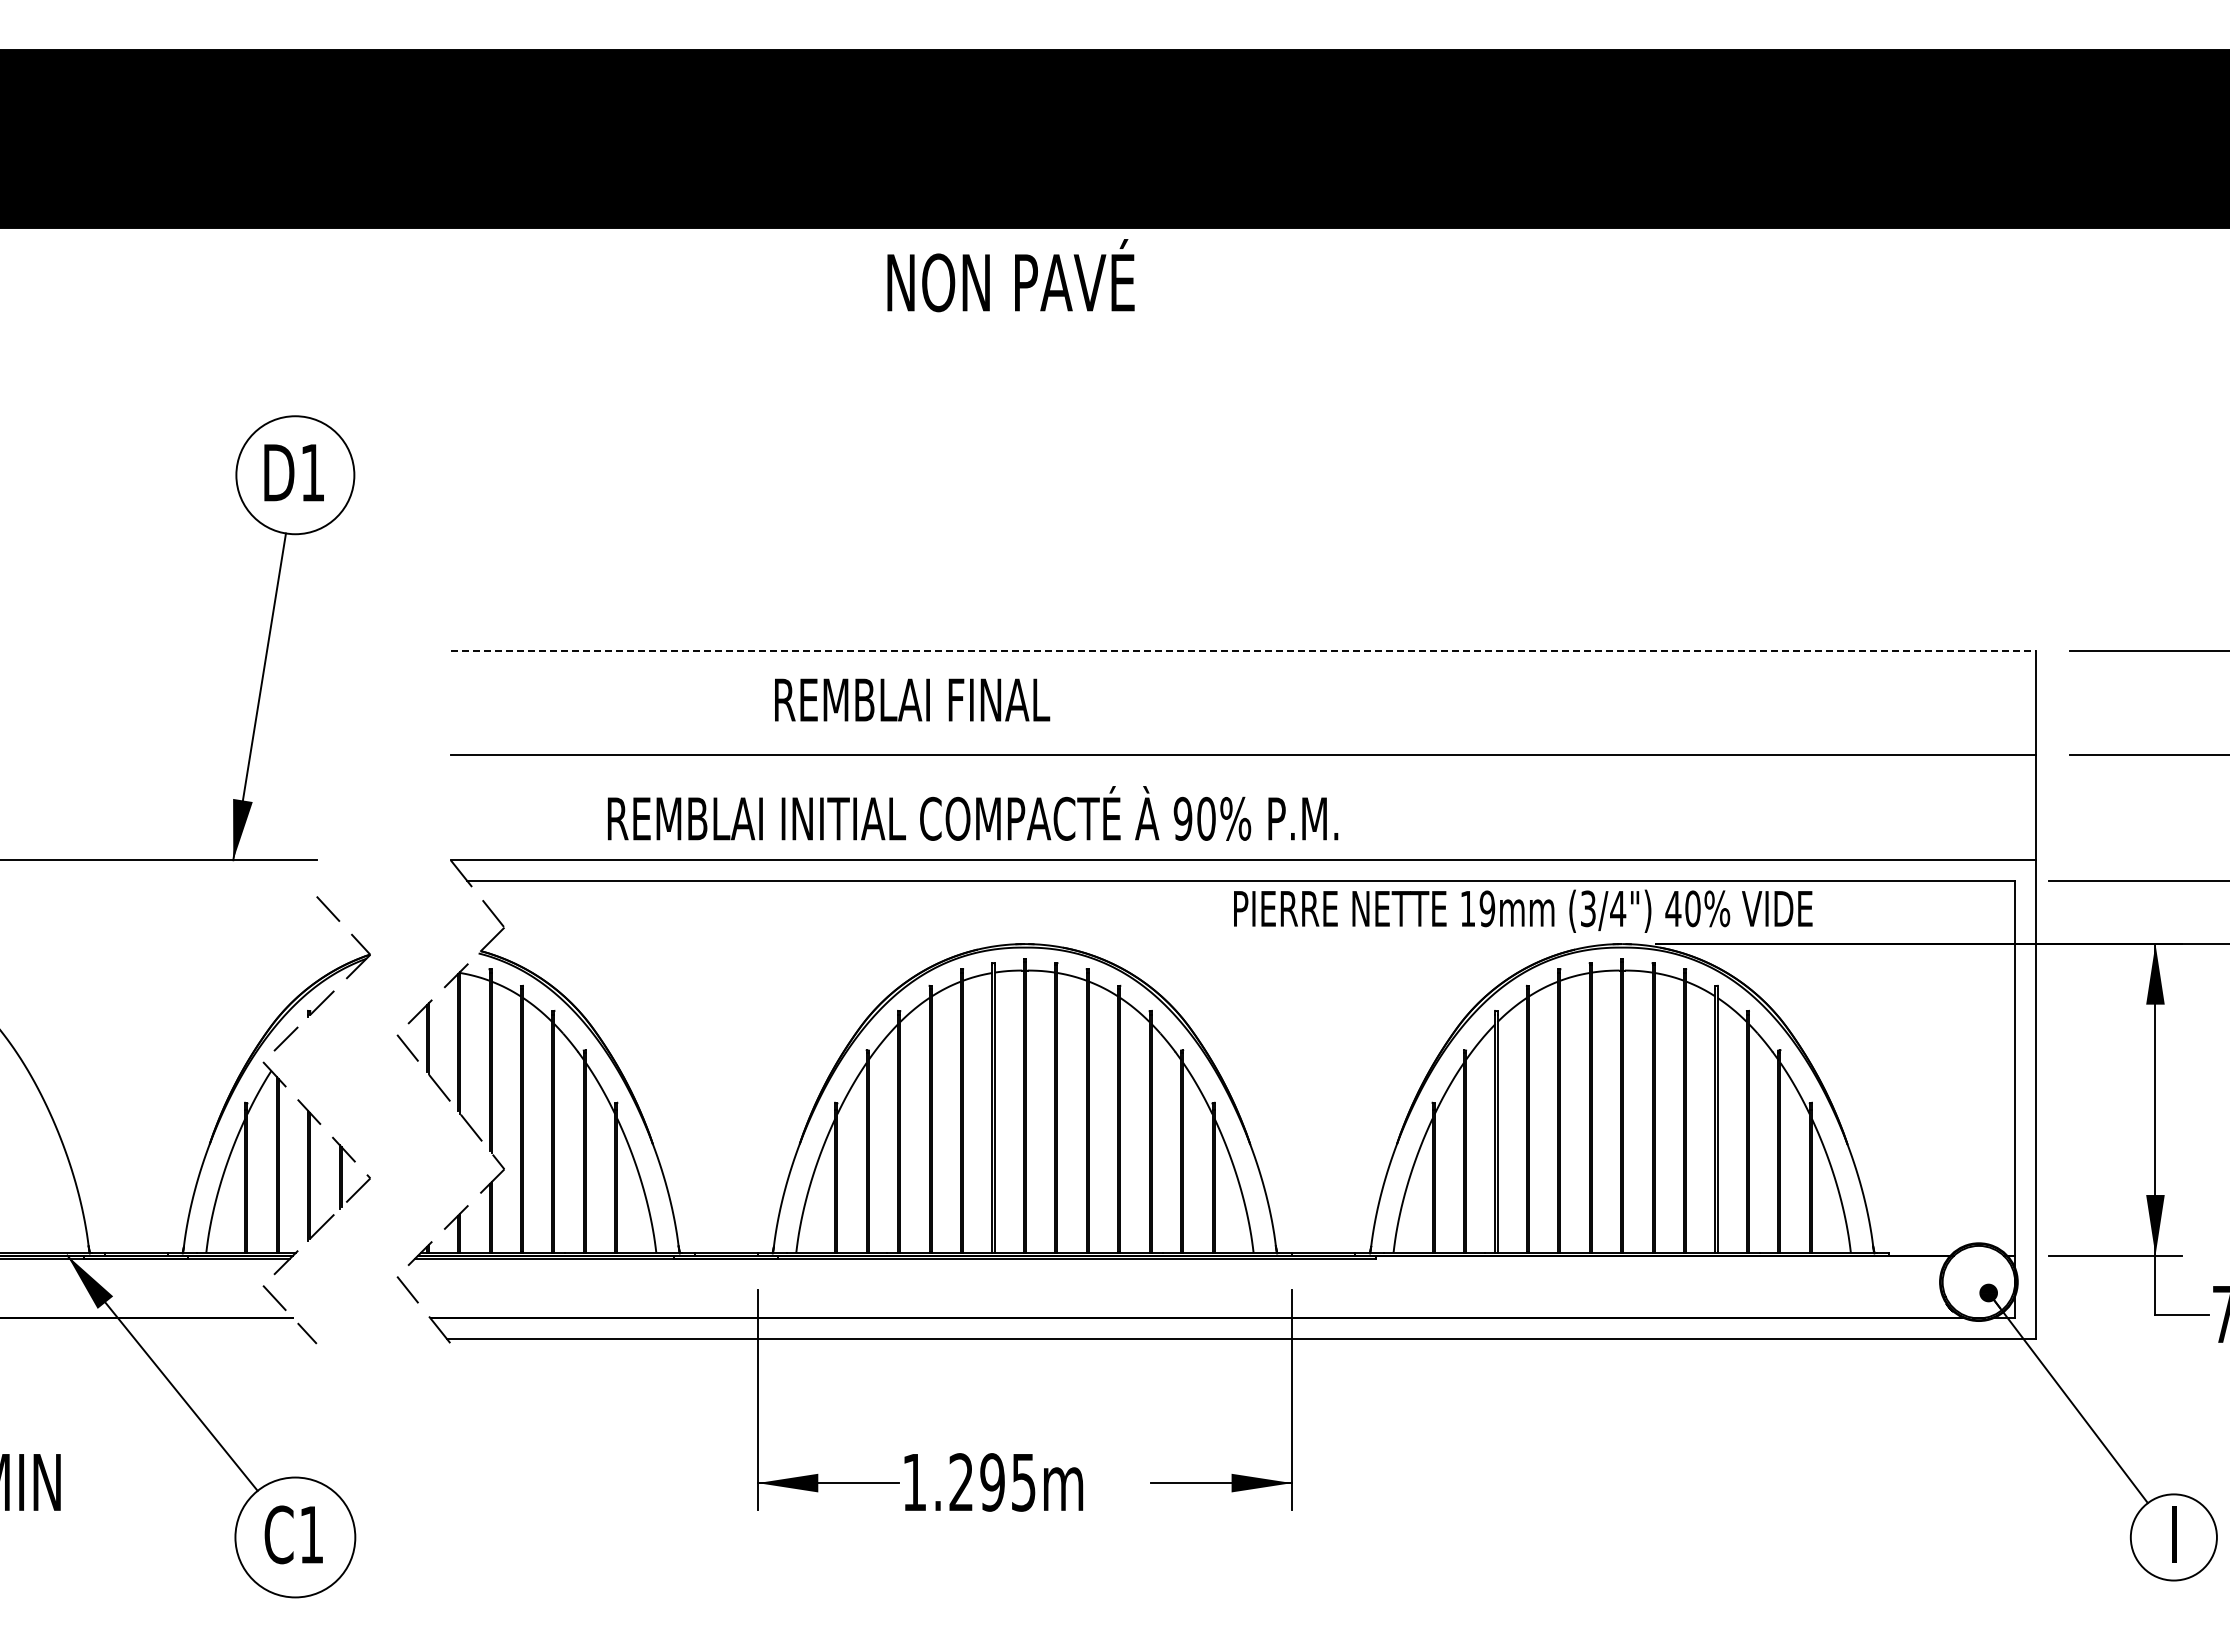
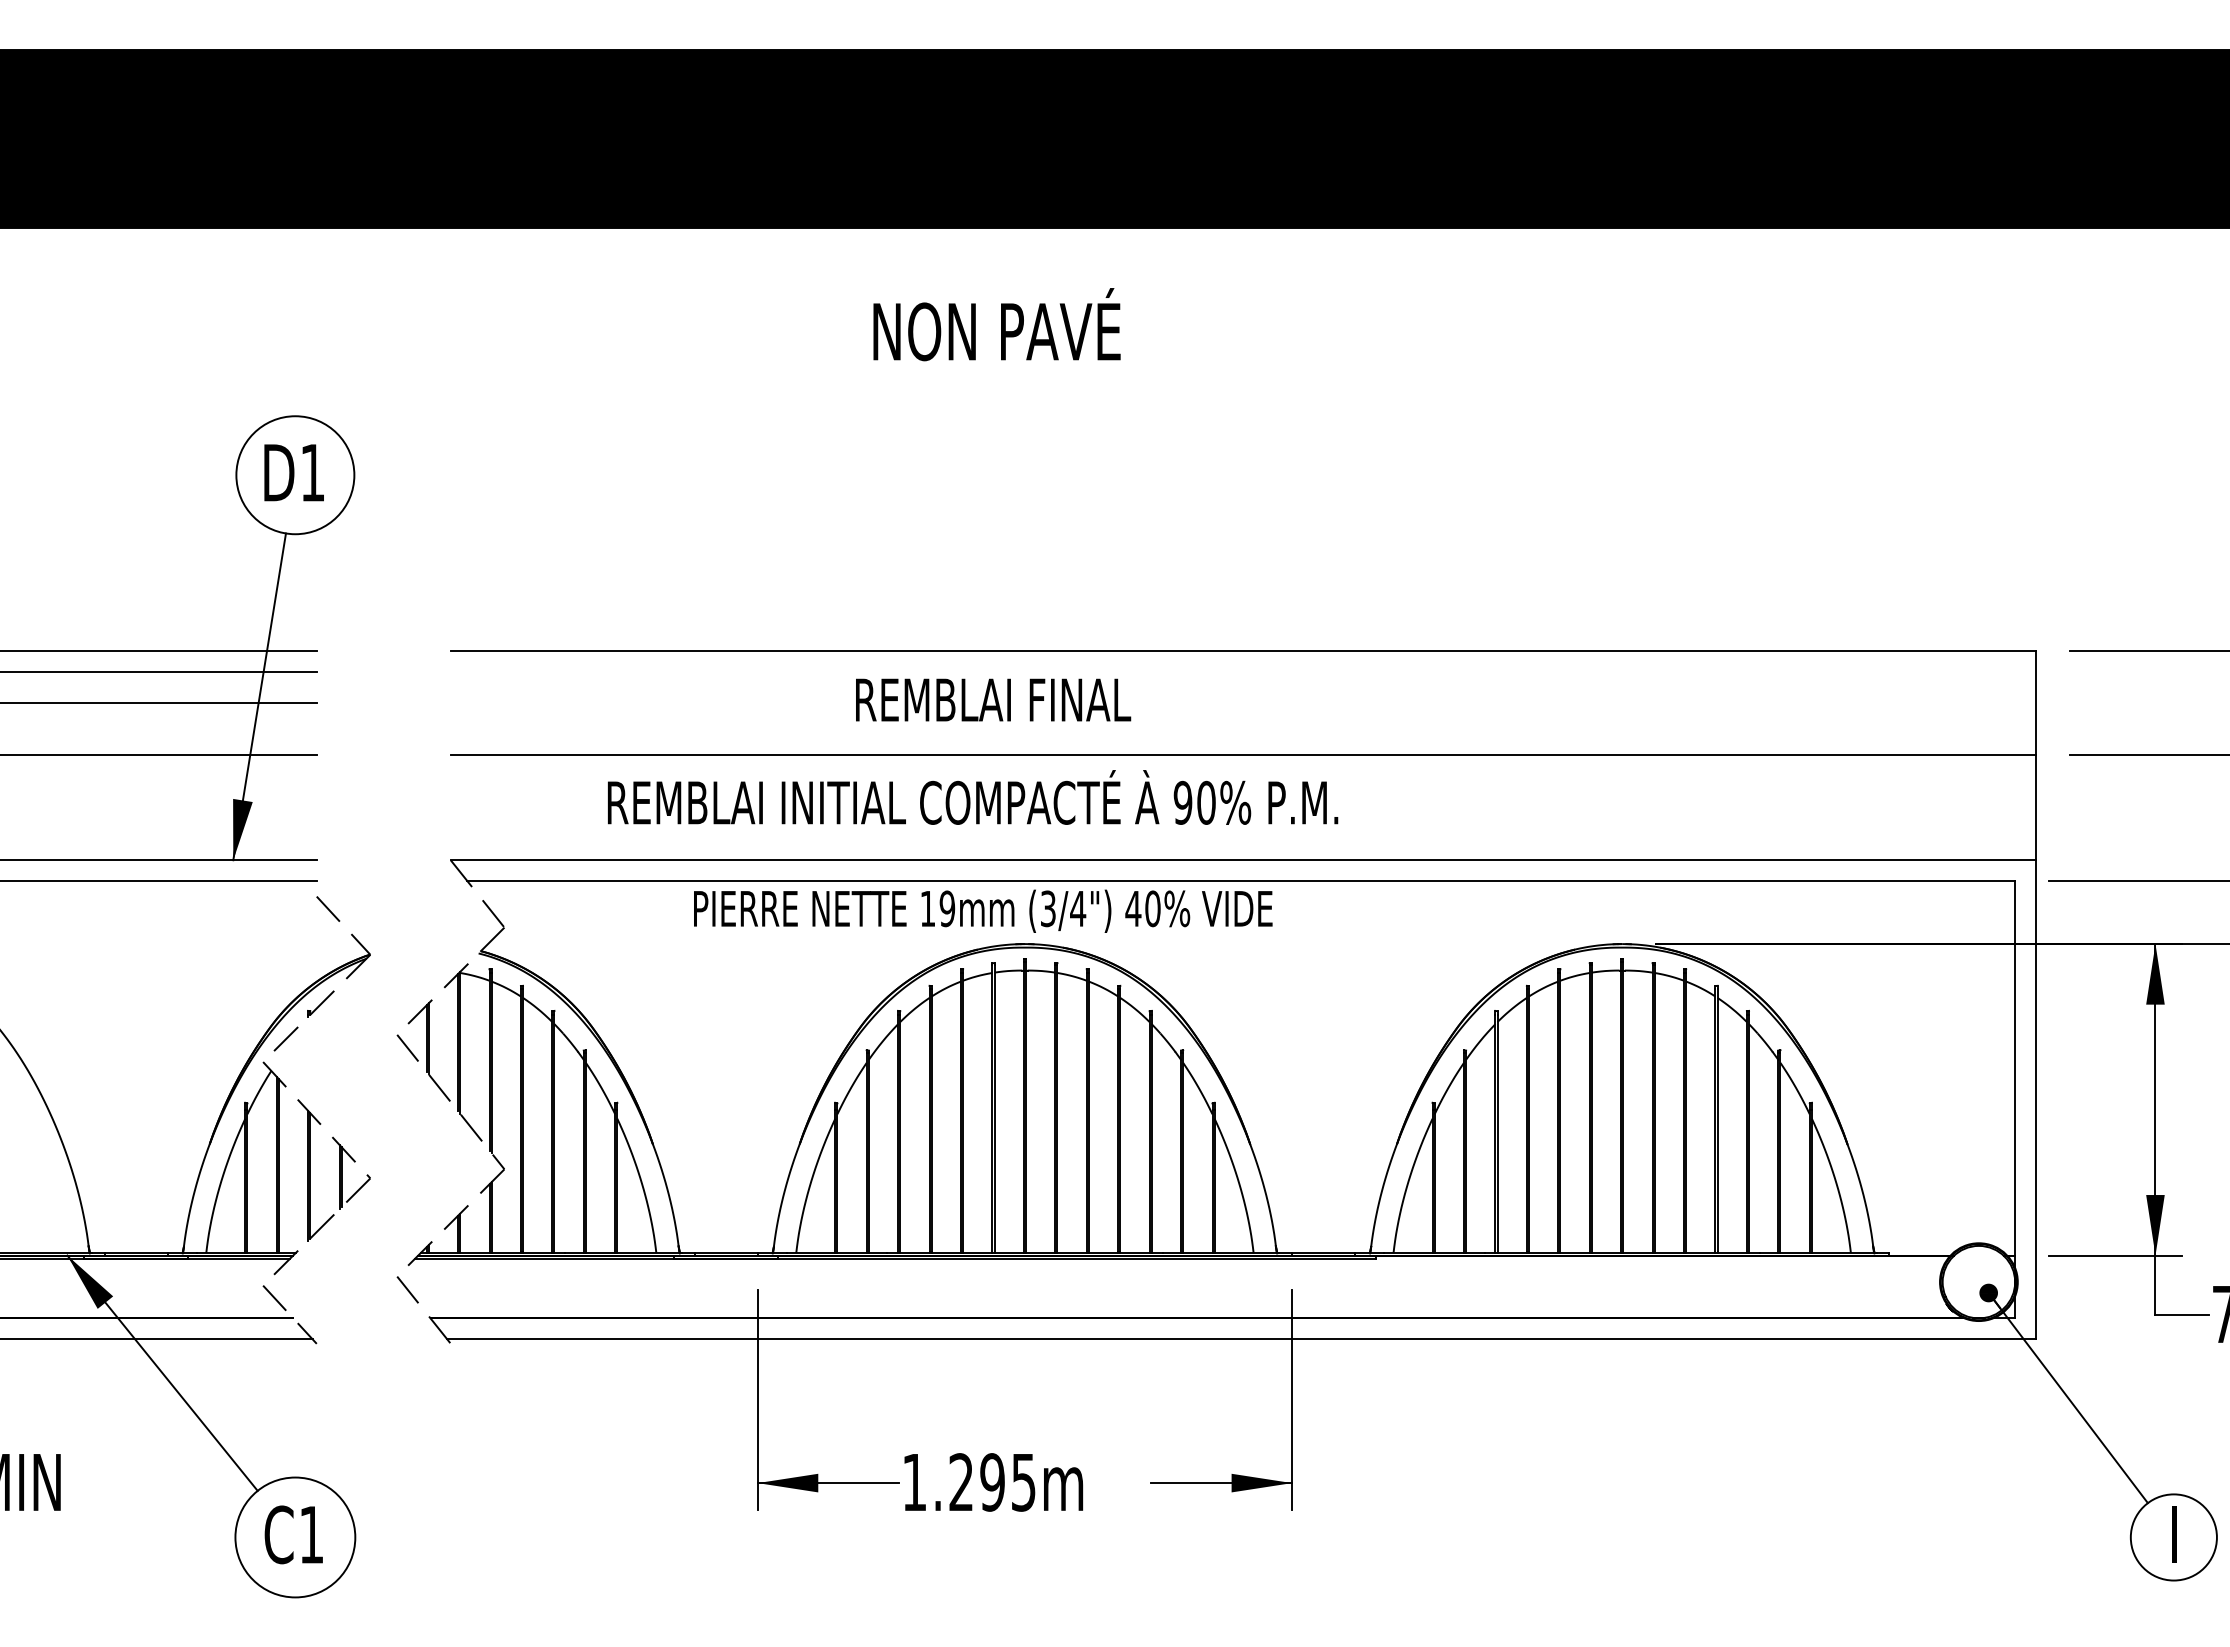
text at (1010, 275) position: (1010, 275) -> (996, 324)
line at (159, 650): none -> present
line at (1243, 650): dashed -> solid
line at (159, 671): none -> present
text at (912, 699) position: (912, 699) -> (993, 699)
line at (159, 703): none -> present
line at (159, 755): none -> present
text at (973, 813) position: (973, 813) -> (973, 797)
line at (159, 881): none -> present
text at (1523, 910) position: (1523, 910) -> (983, 910)
line at (157, 1339): none -> present
